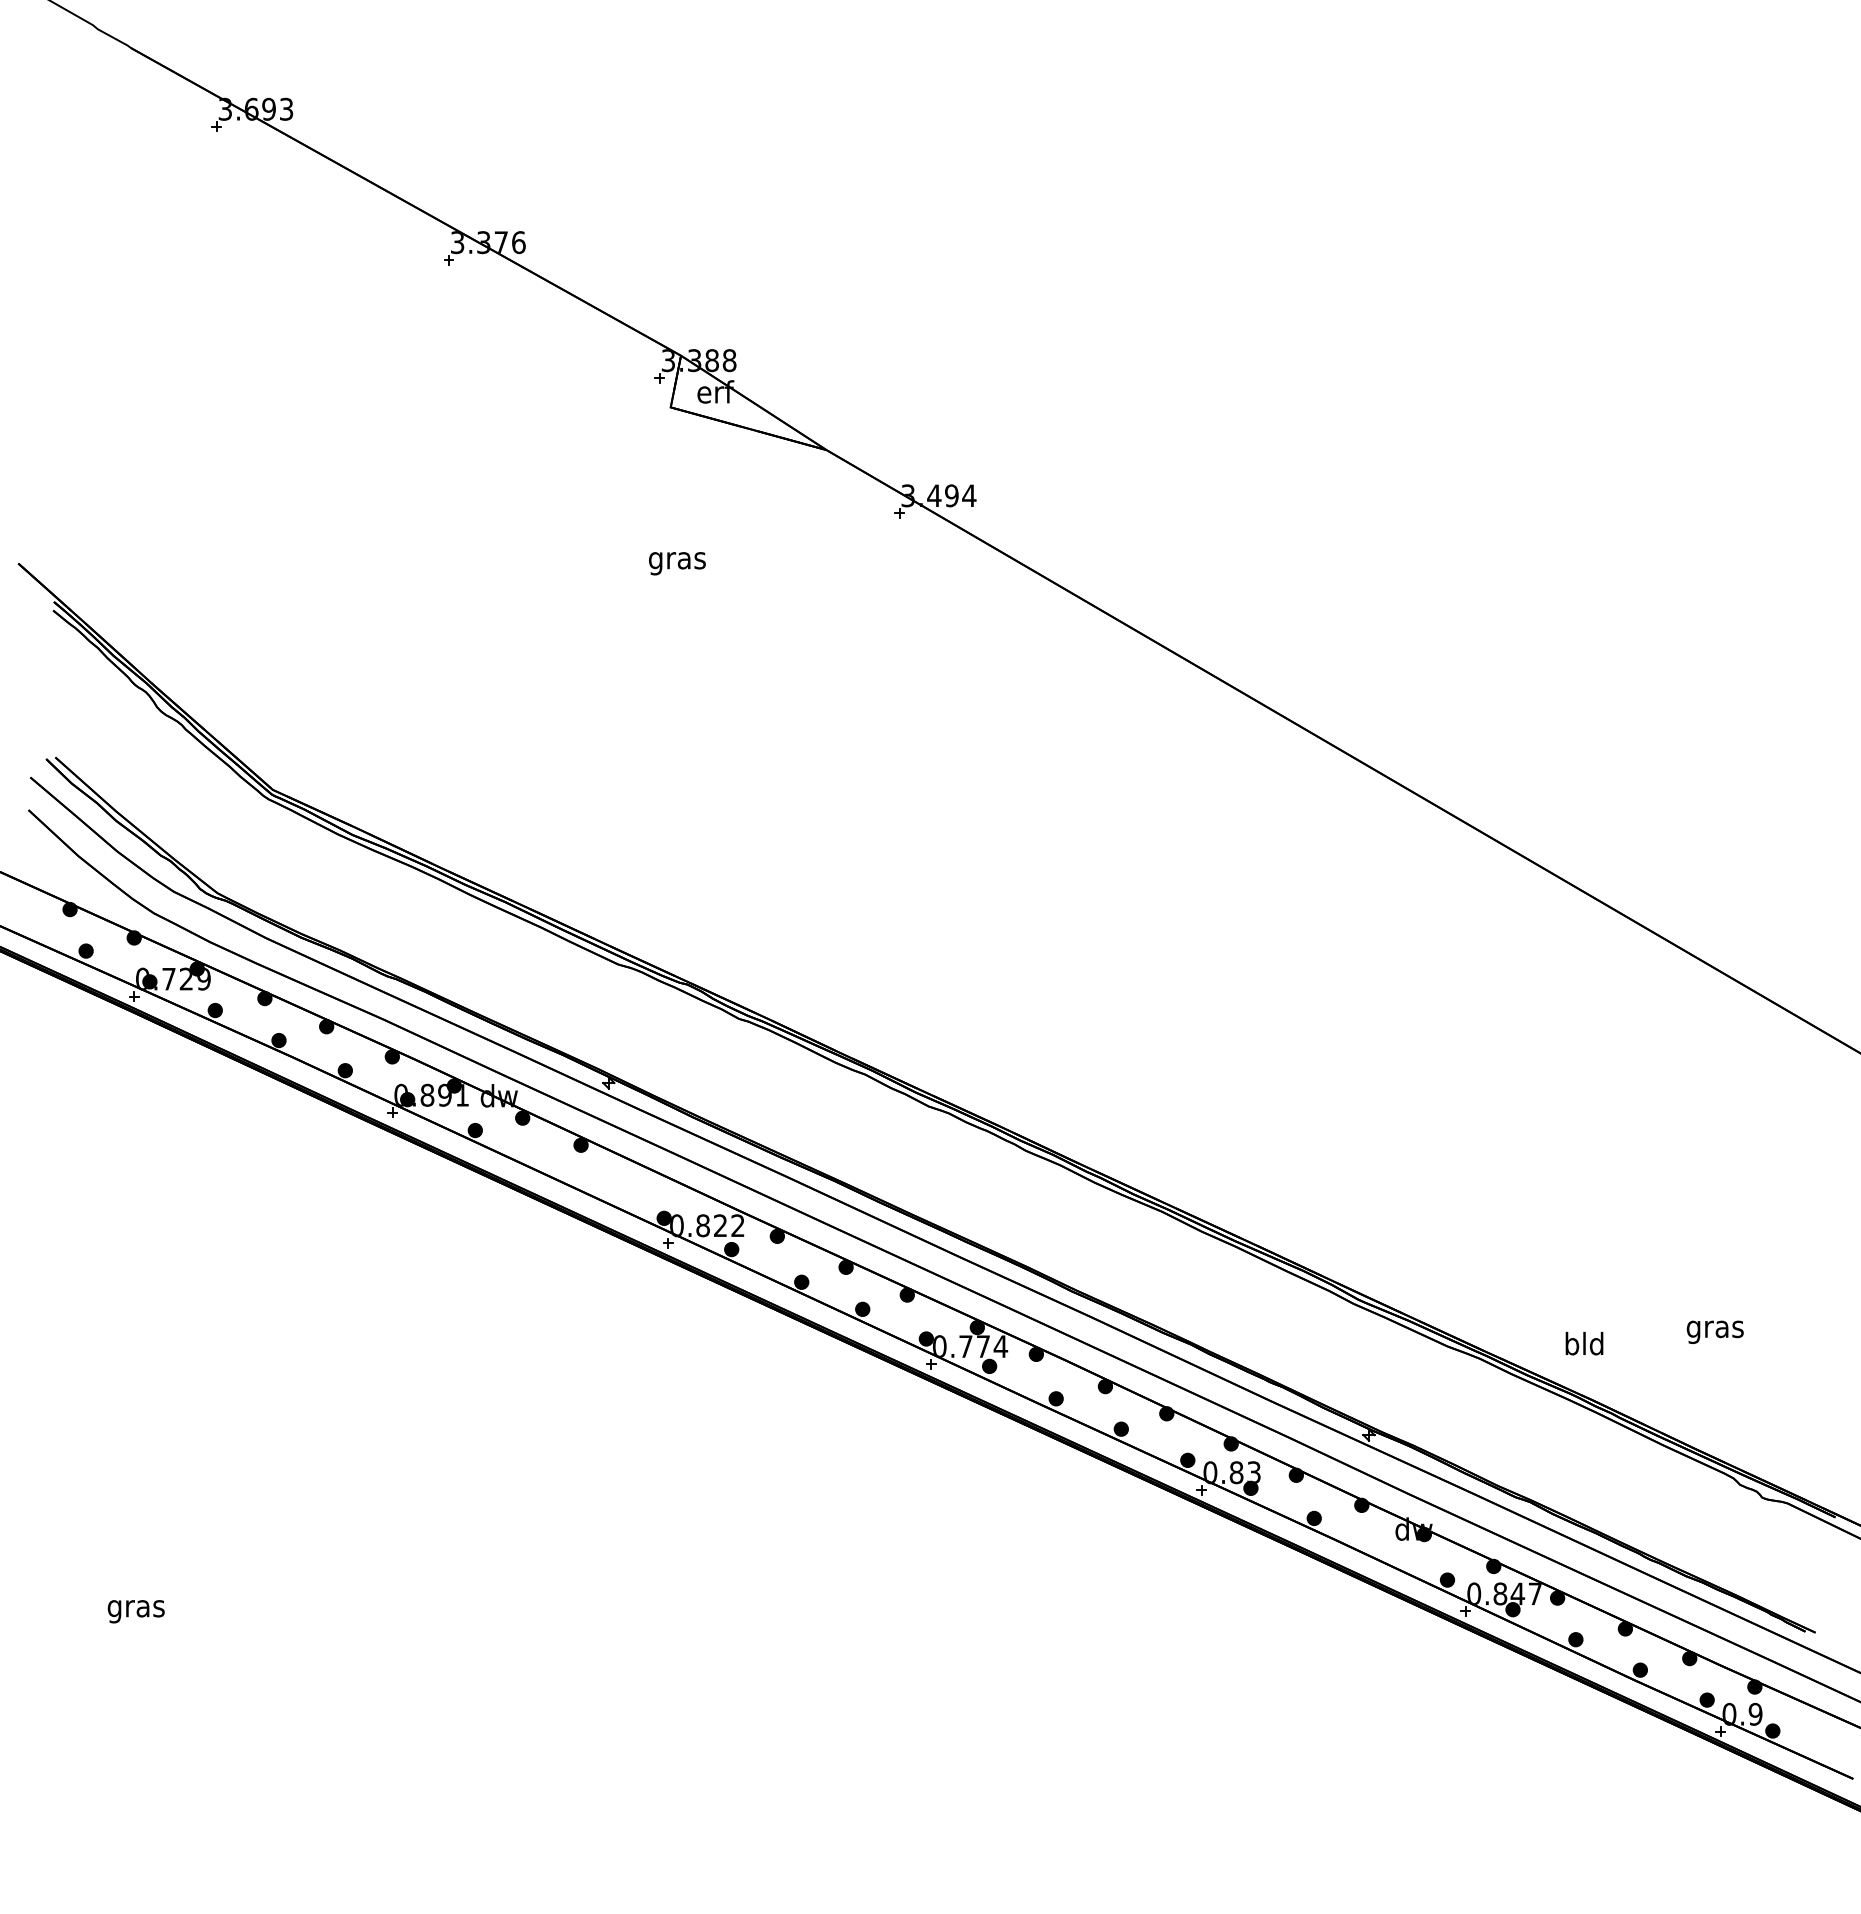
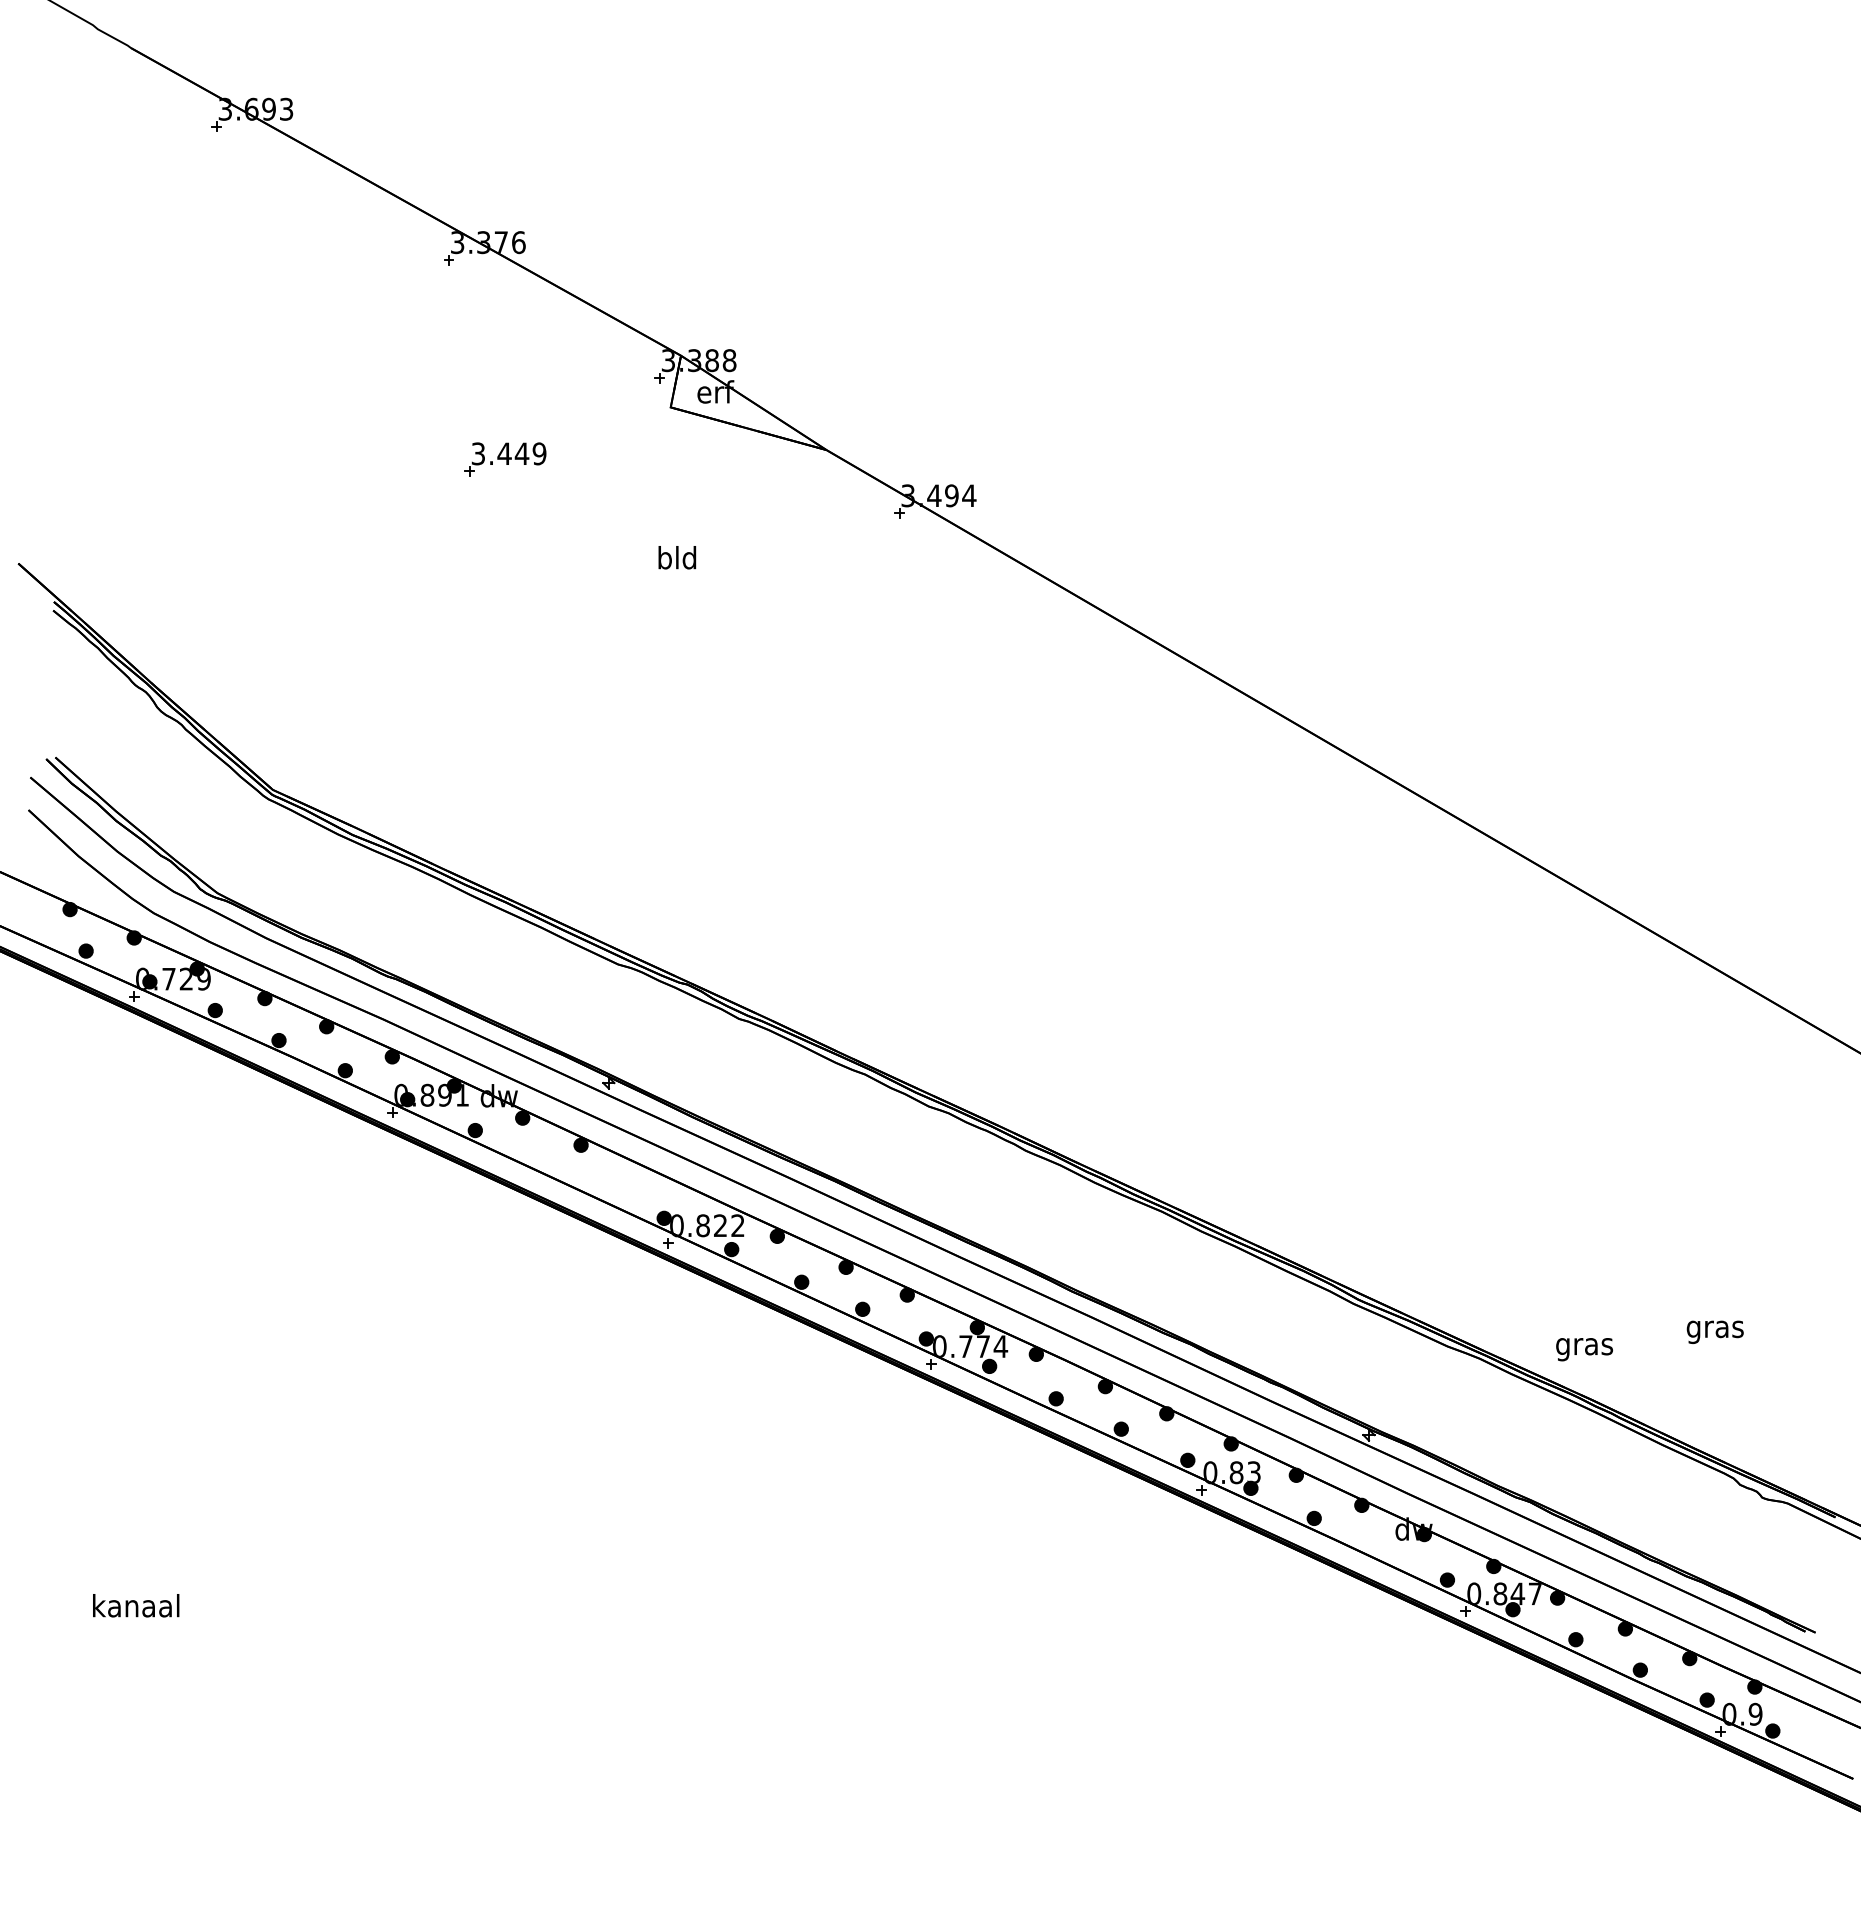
part at (505, 459): none -> present
text at (677, 560): gras -> bld
text at (1584, 1346): bld -> gras
text at (136, 1608): gras -> kanaal
